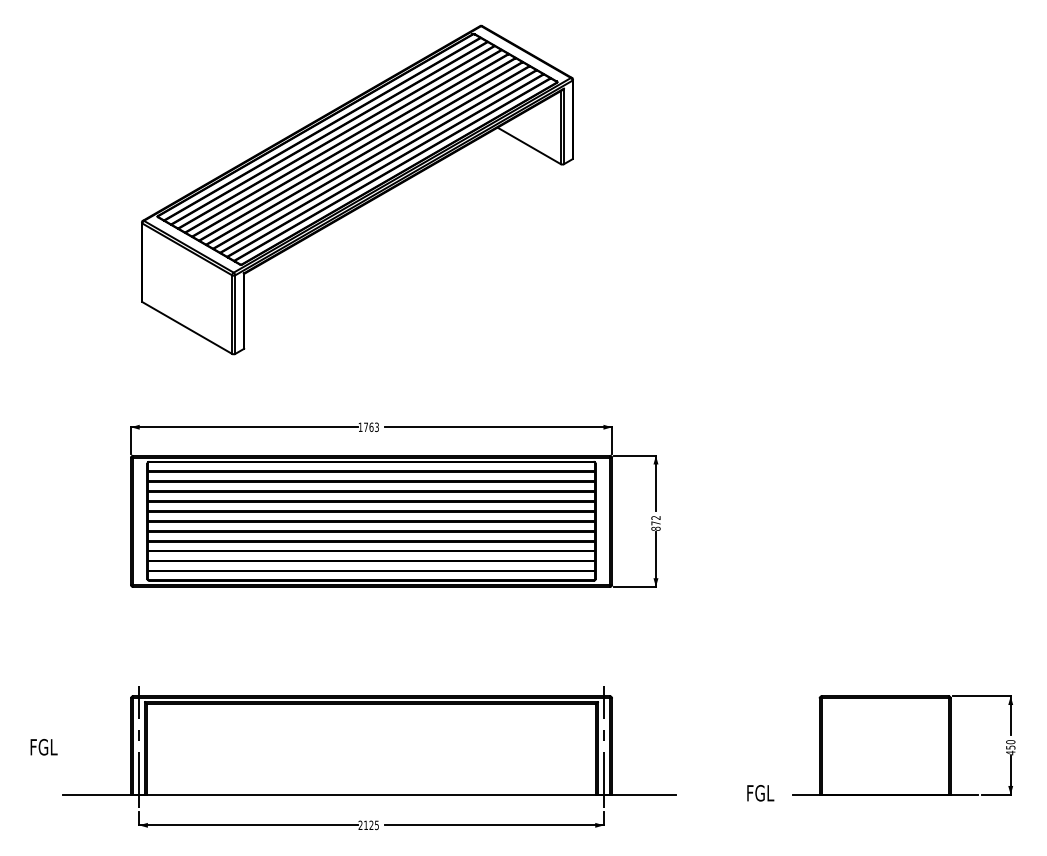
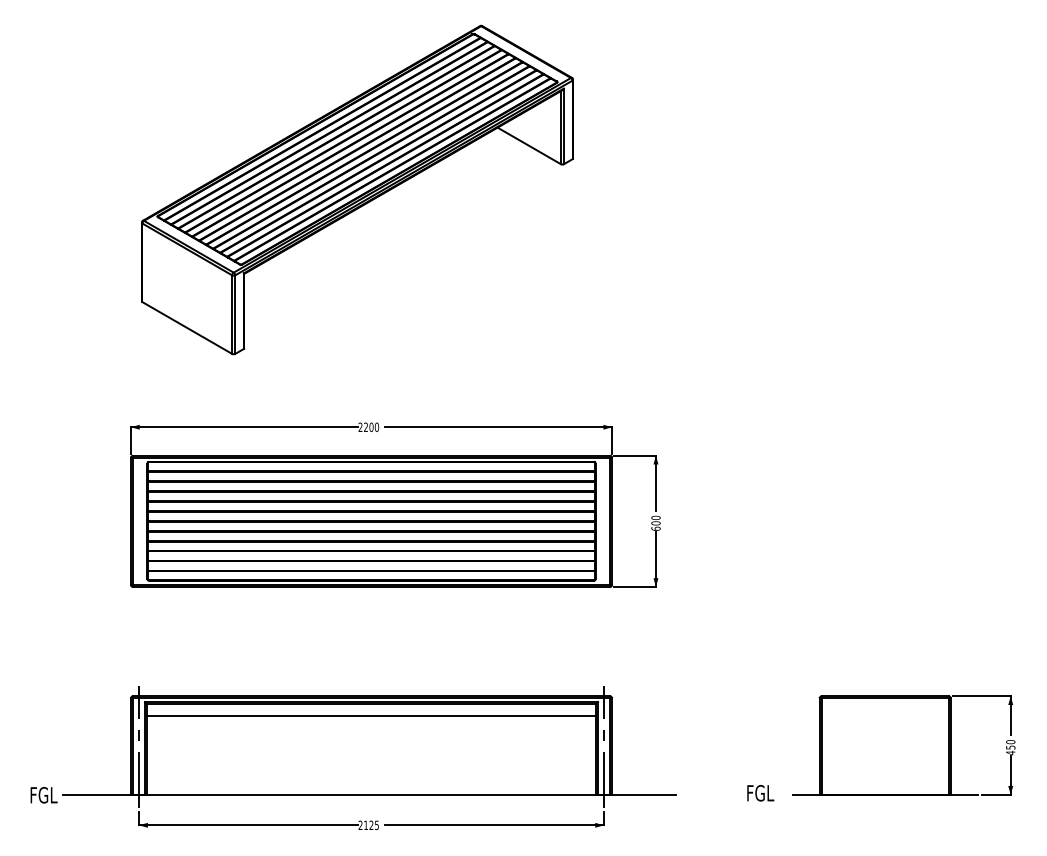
text at (368, 426): 1763 -> 2200
text at (655, 522): 872 -> 600
line at (371, 715): none -> present
text at (43, 747) position: (43, 747) -> (43, 795)
